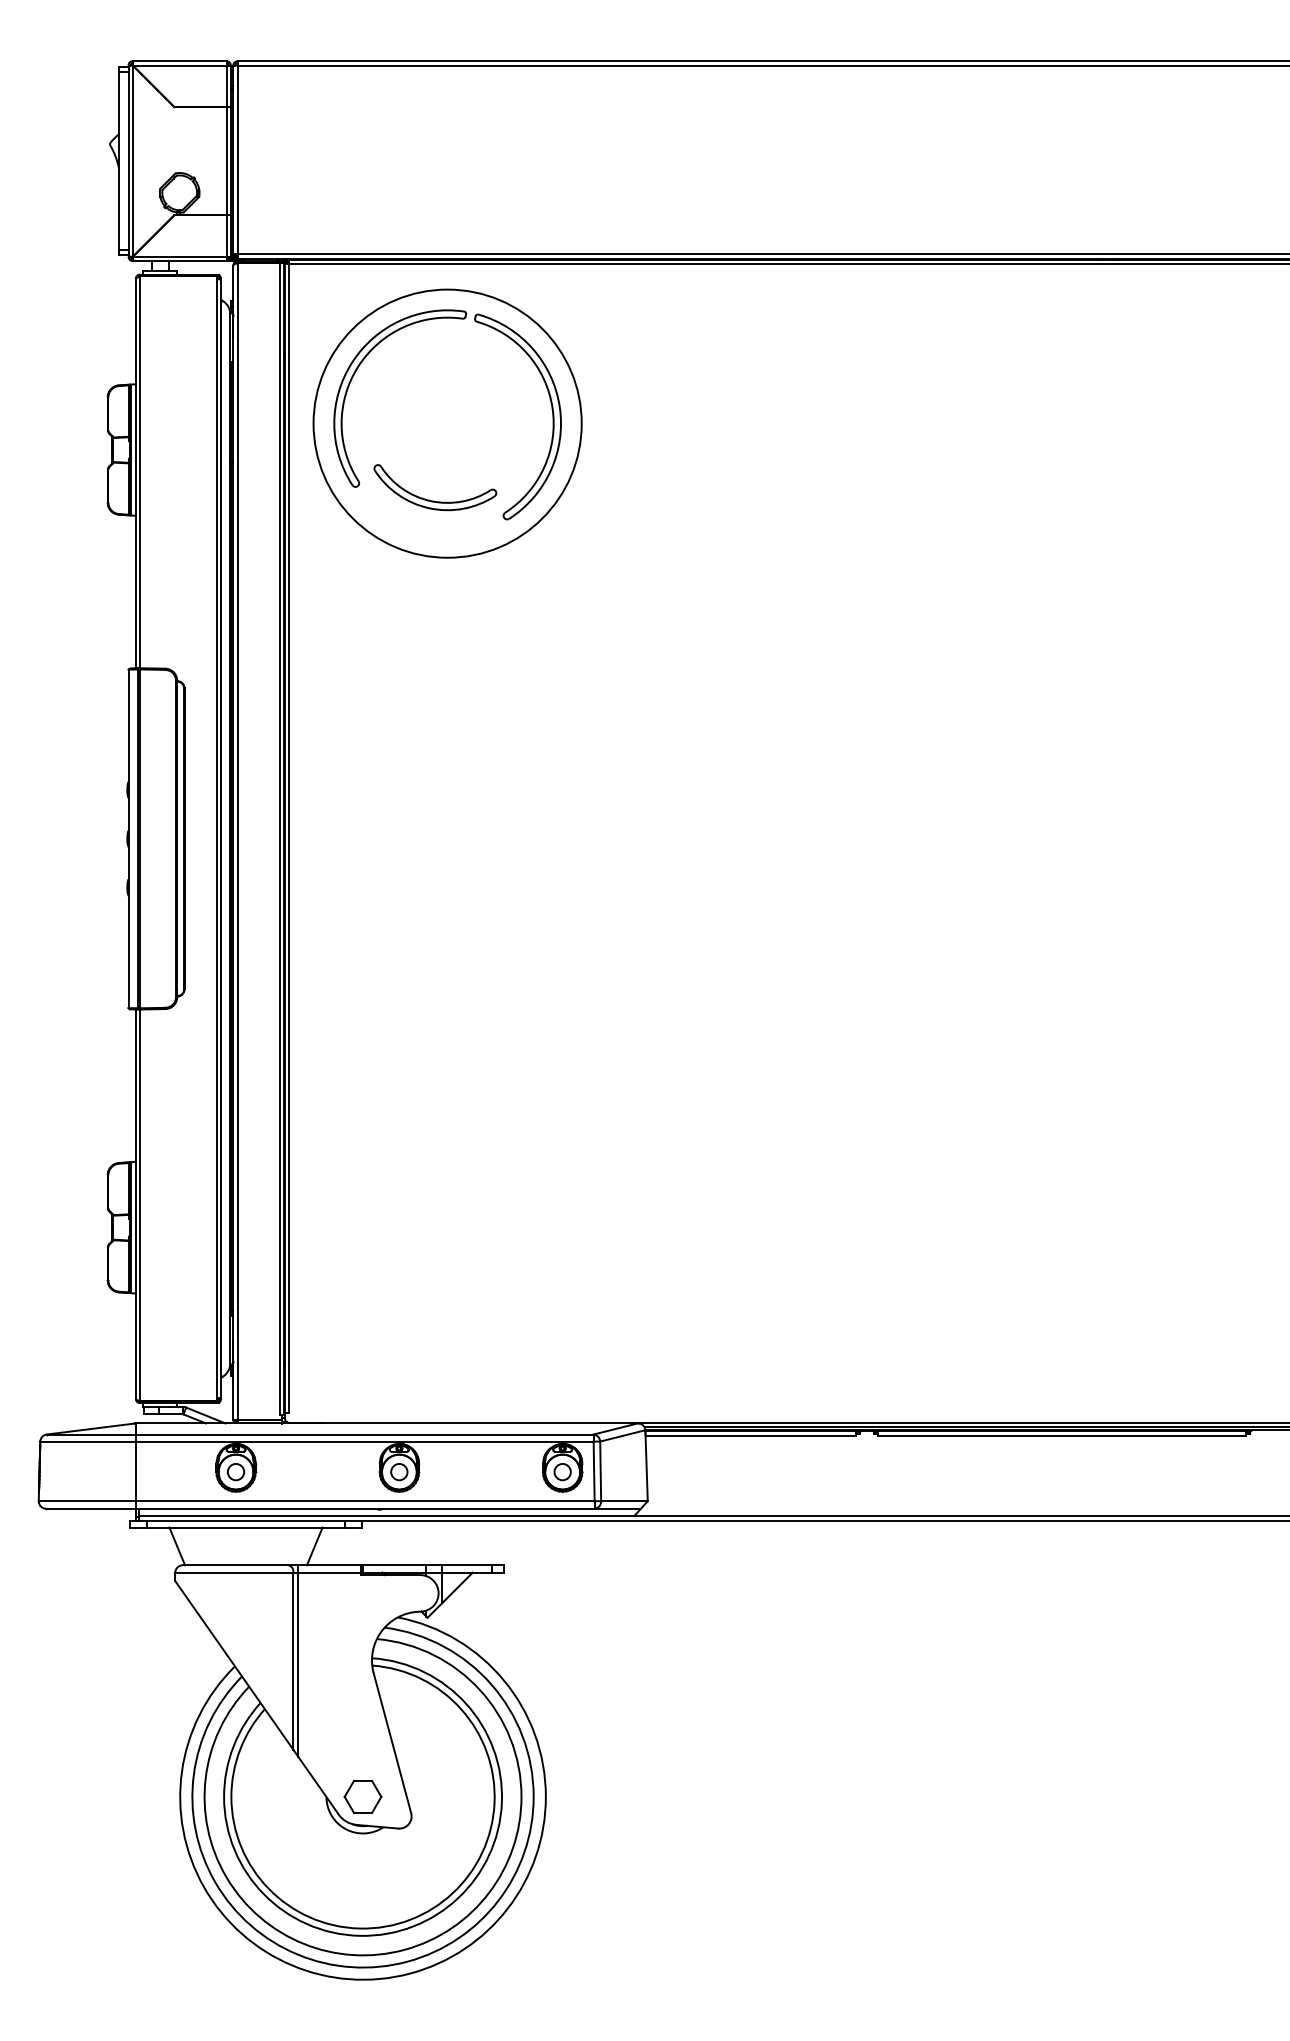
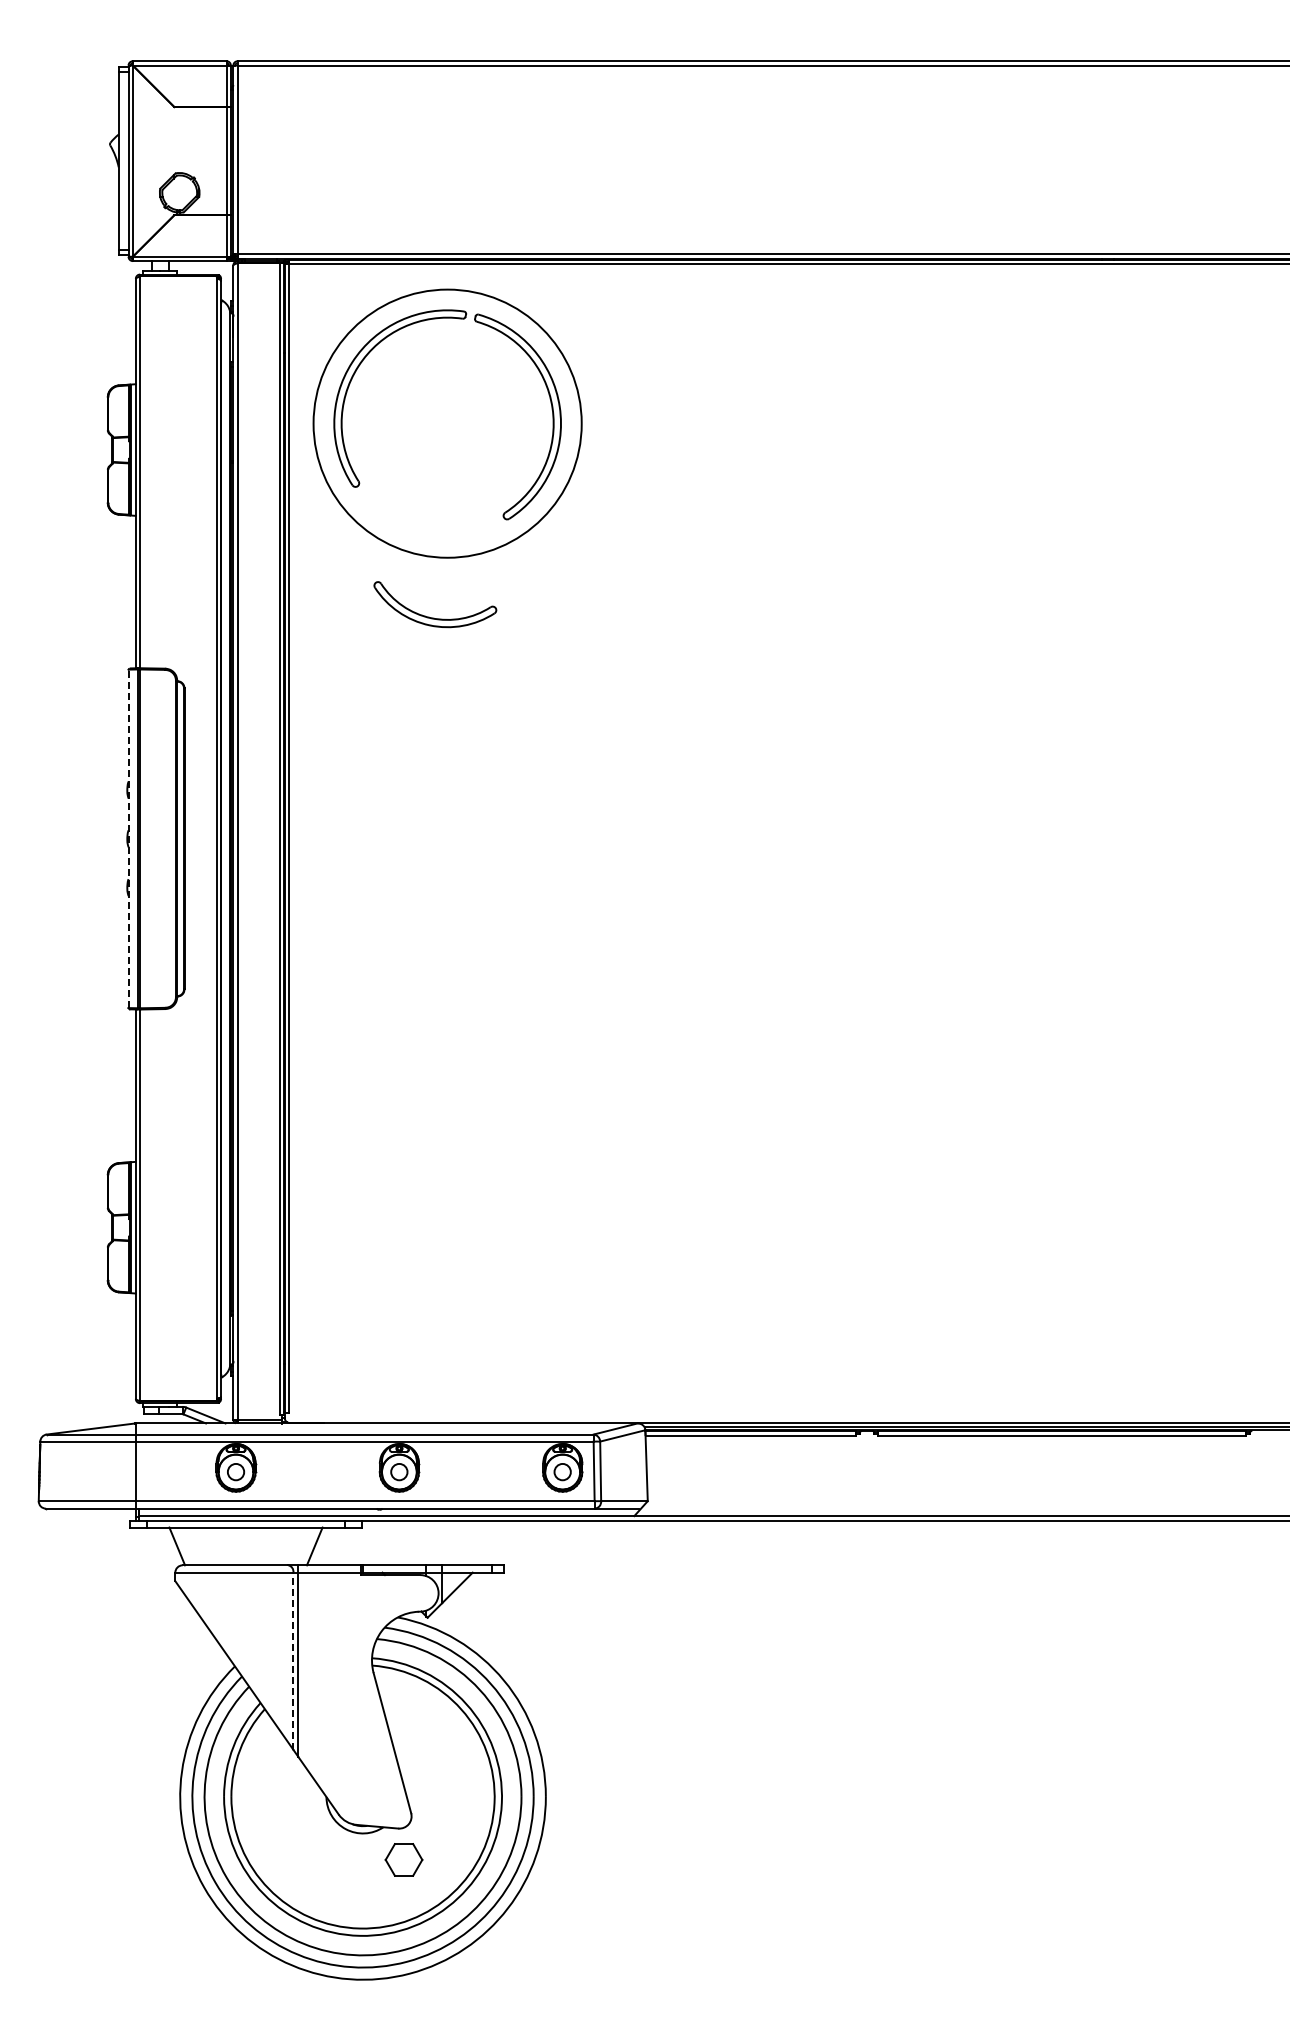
part at (434, 500) position: (434, 500) -> (434, 617)
line at (128, 838): solid -> dashed
line at (293, 1661): solid -> dashed
part at (362, 1796) position: (362, 1796) -> (403, 1859)
